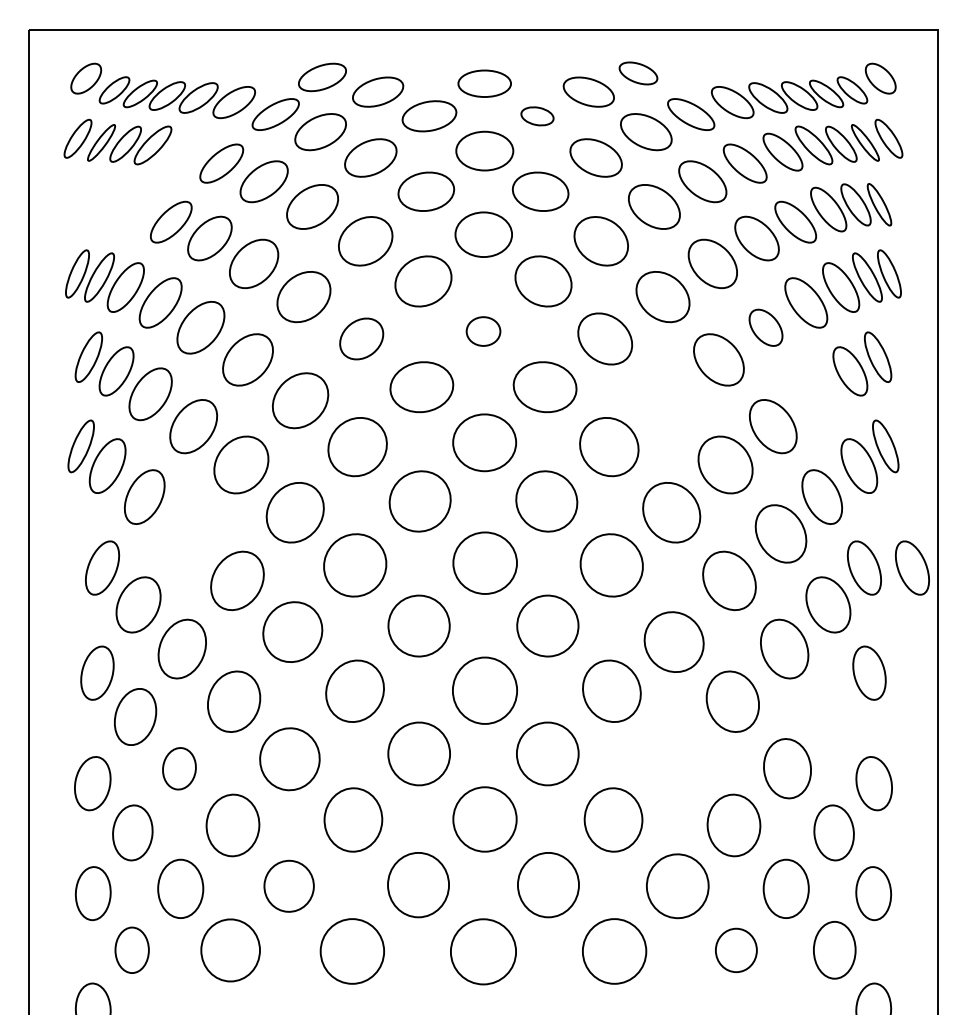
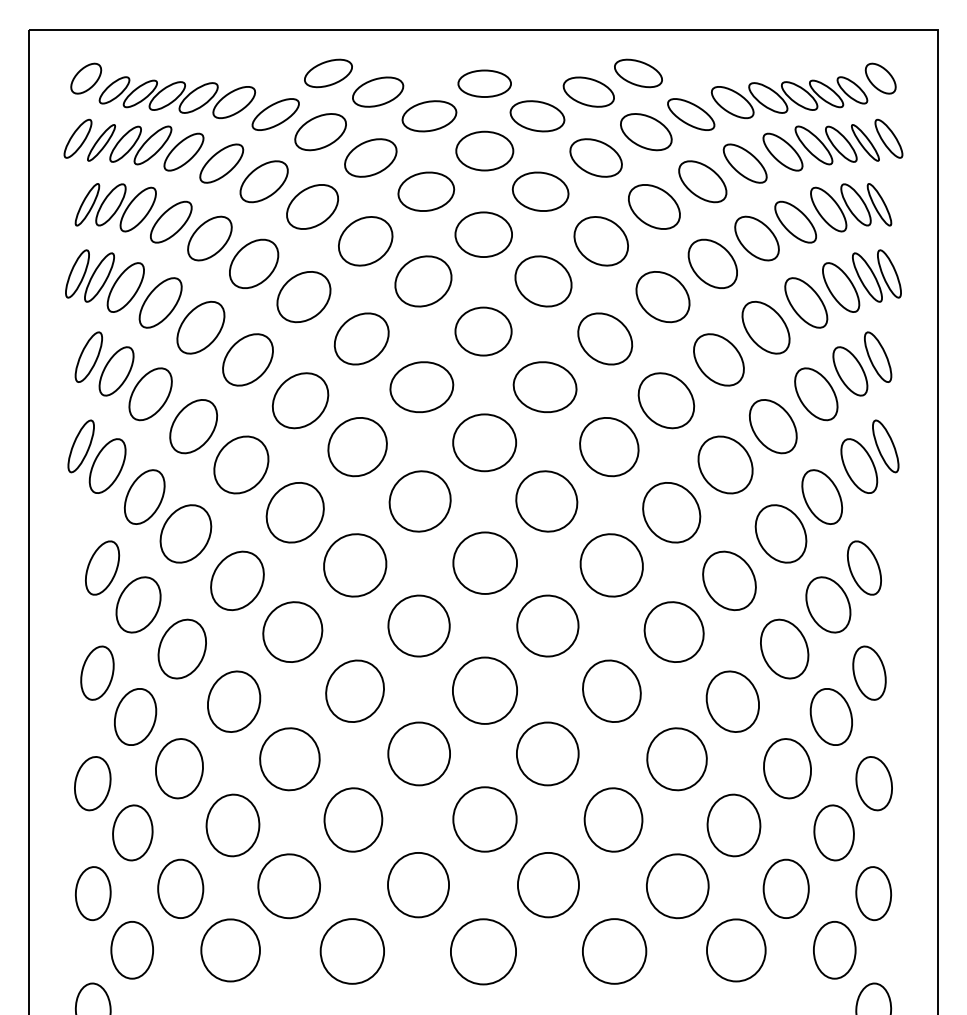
part at (638, 73) size: 41x25 px -> 49x31 px
part at (322, 77) position: (322, 77) -> (328, 73)
part at (537, 116) size: 35x21 px -> 57x33 px
part at (183, 151): none -> present
part at (115, 207): none -> present
part at (765, 327) size: 36x39 px -> 50x54 px
part at (483, 331) size: 37x31 px -> 59x51 px
part at (361, 338) size: 46x44 px -> 57x54 px
part at (816, 394): none -> present
part at (666, 400): none -> present
part at (185, 533): none -> present
part at (911, 567): present -> none
part at (673, 641) position: (673, 641) -> (673, 631)
part at (830, 716): none -> present
part at (676, 759): none -> present
part at (179, 768) size: 35x44 px -> 49x62 px
part at (288, 885) size: 52x54 px -> 64x67 px
part at (131, 949) size: 36x48 px -> 44x59 px
part at (736, 950) size: 43x47 px -> 61x65 px
